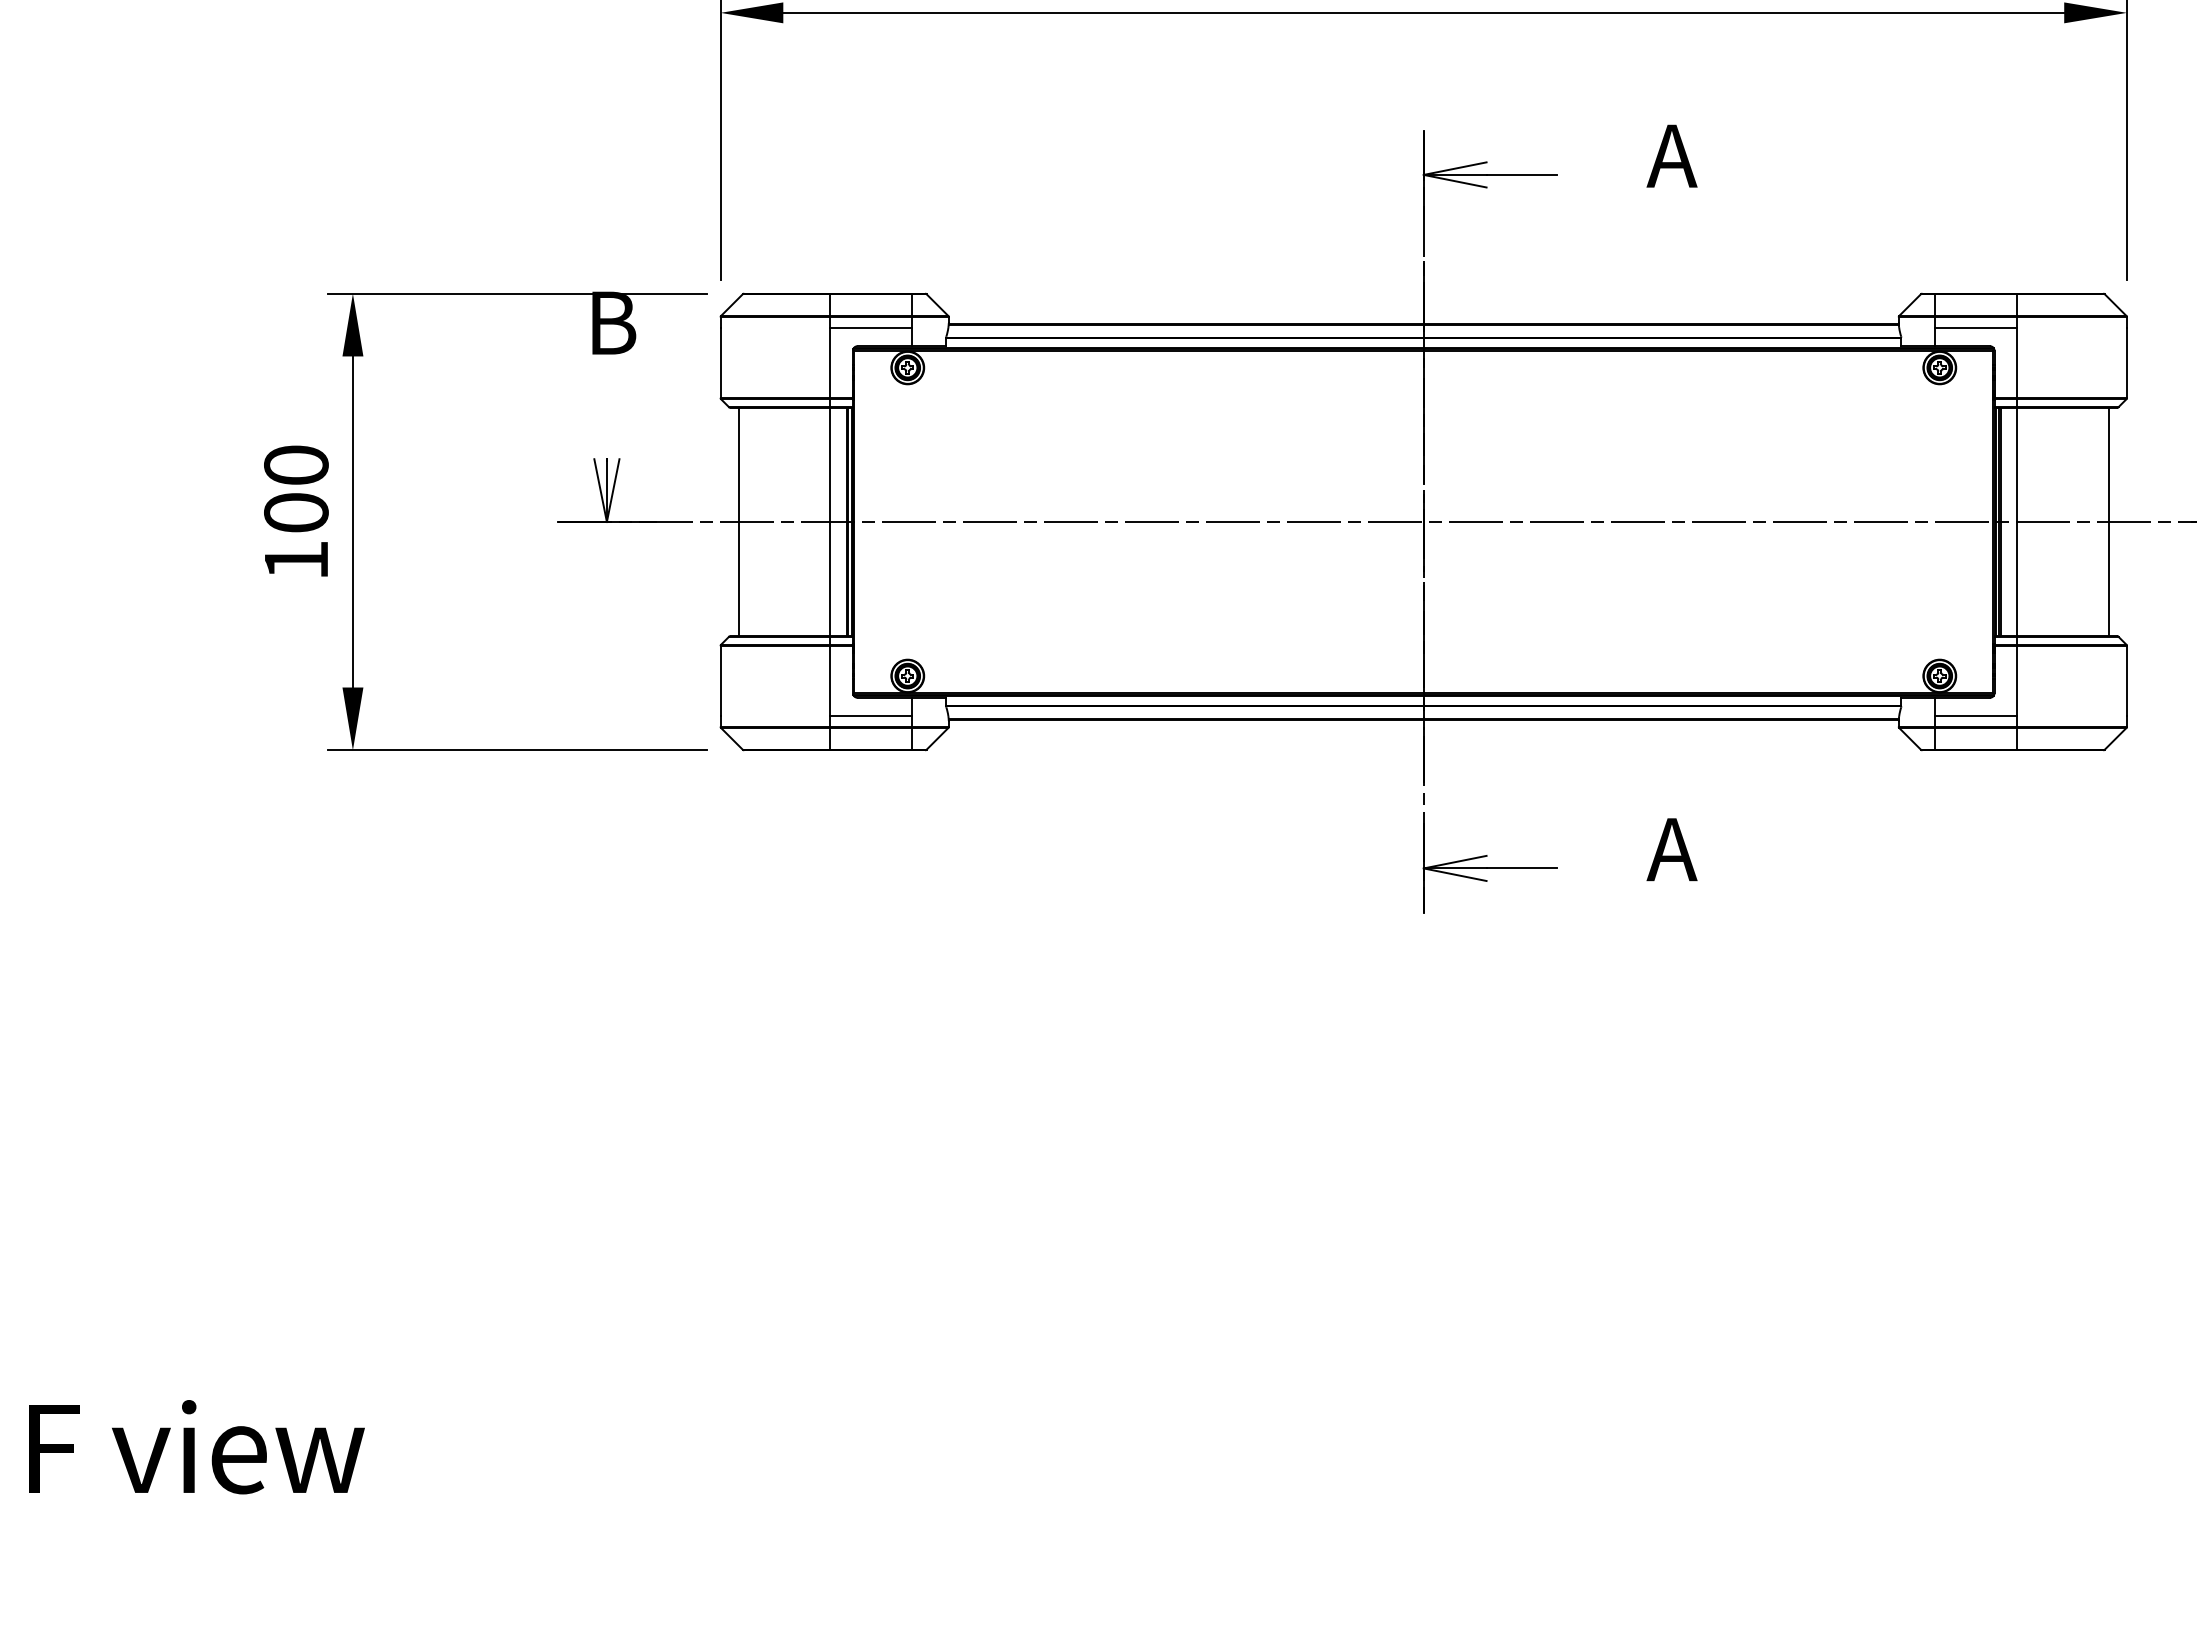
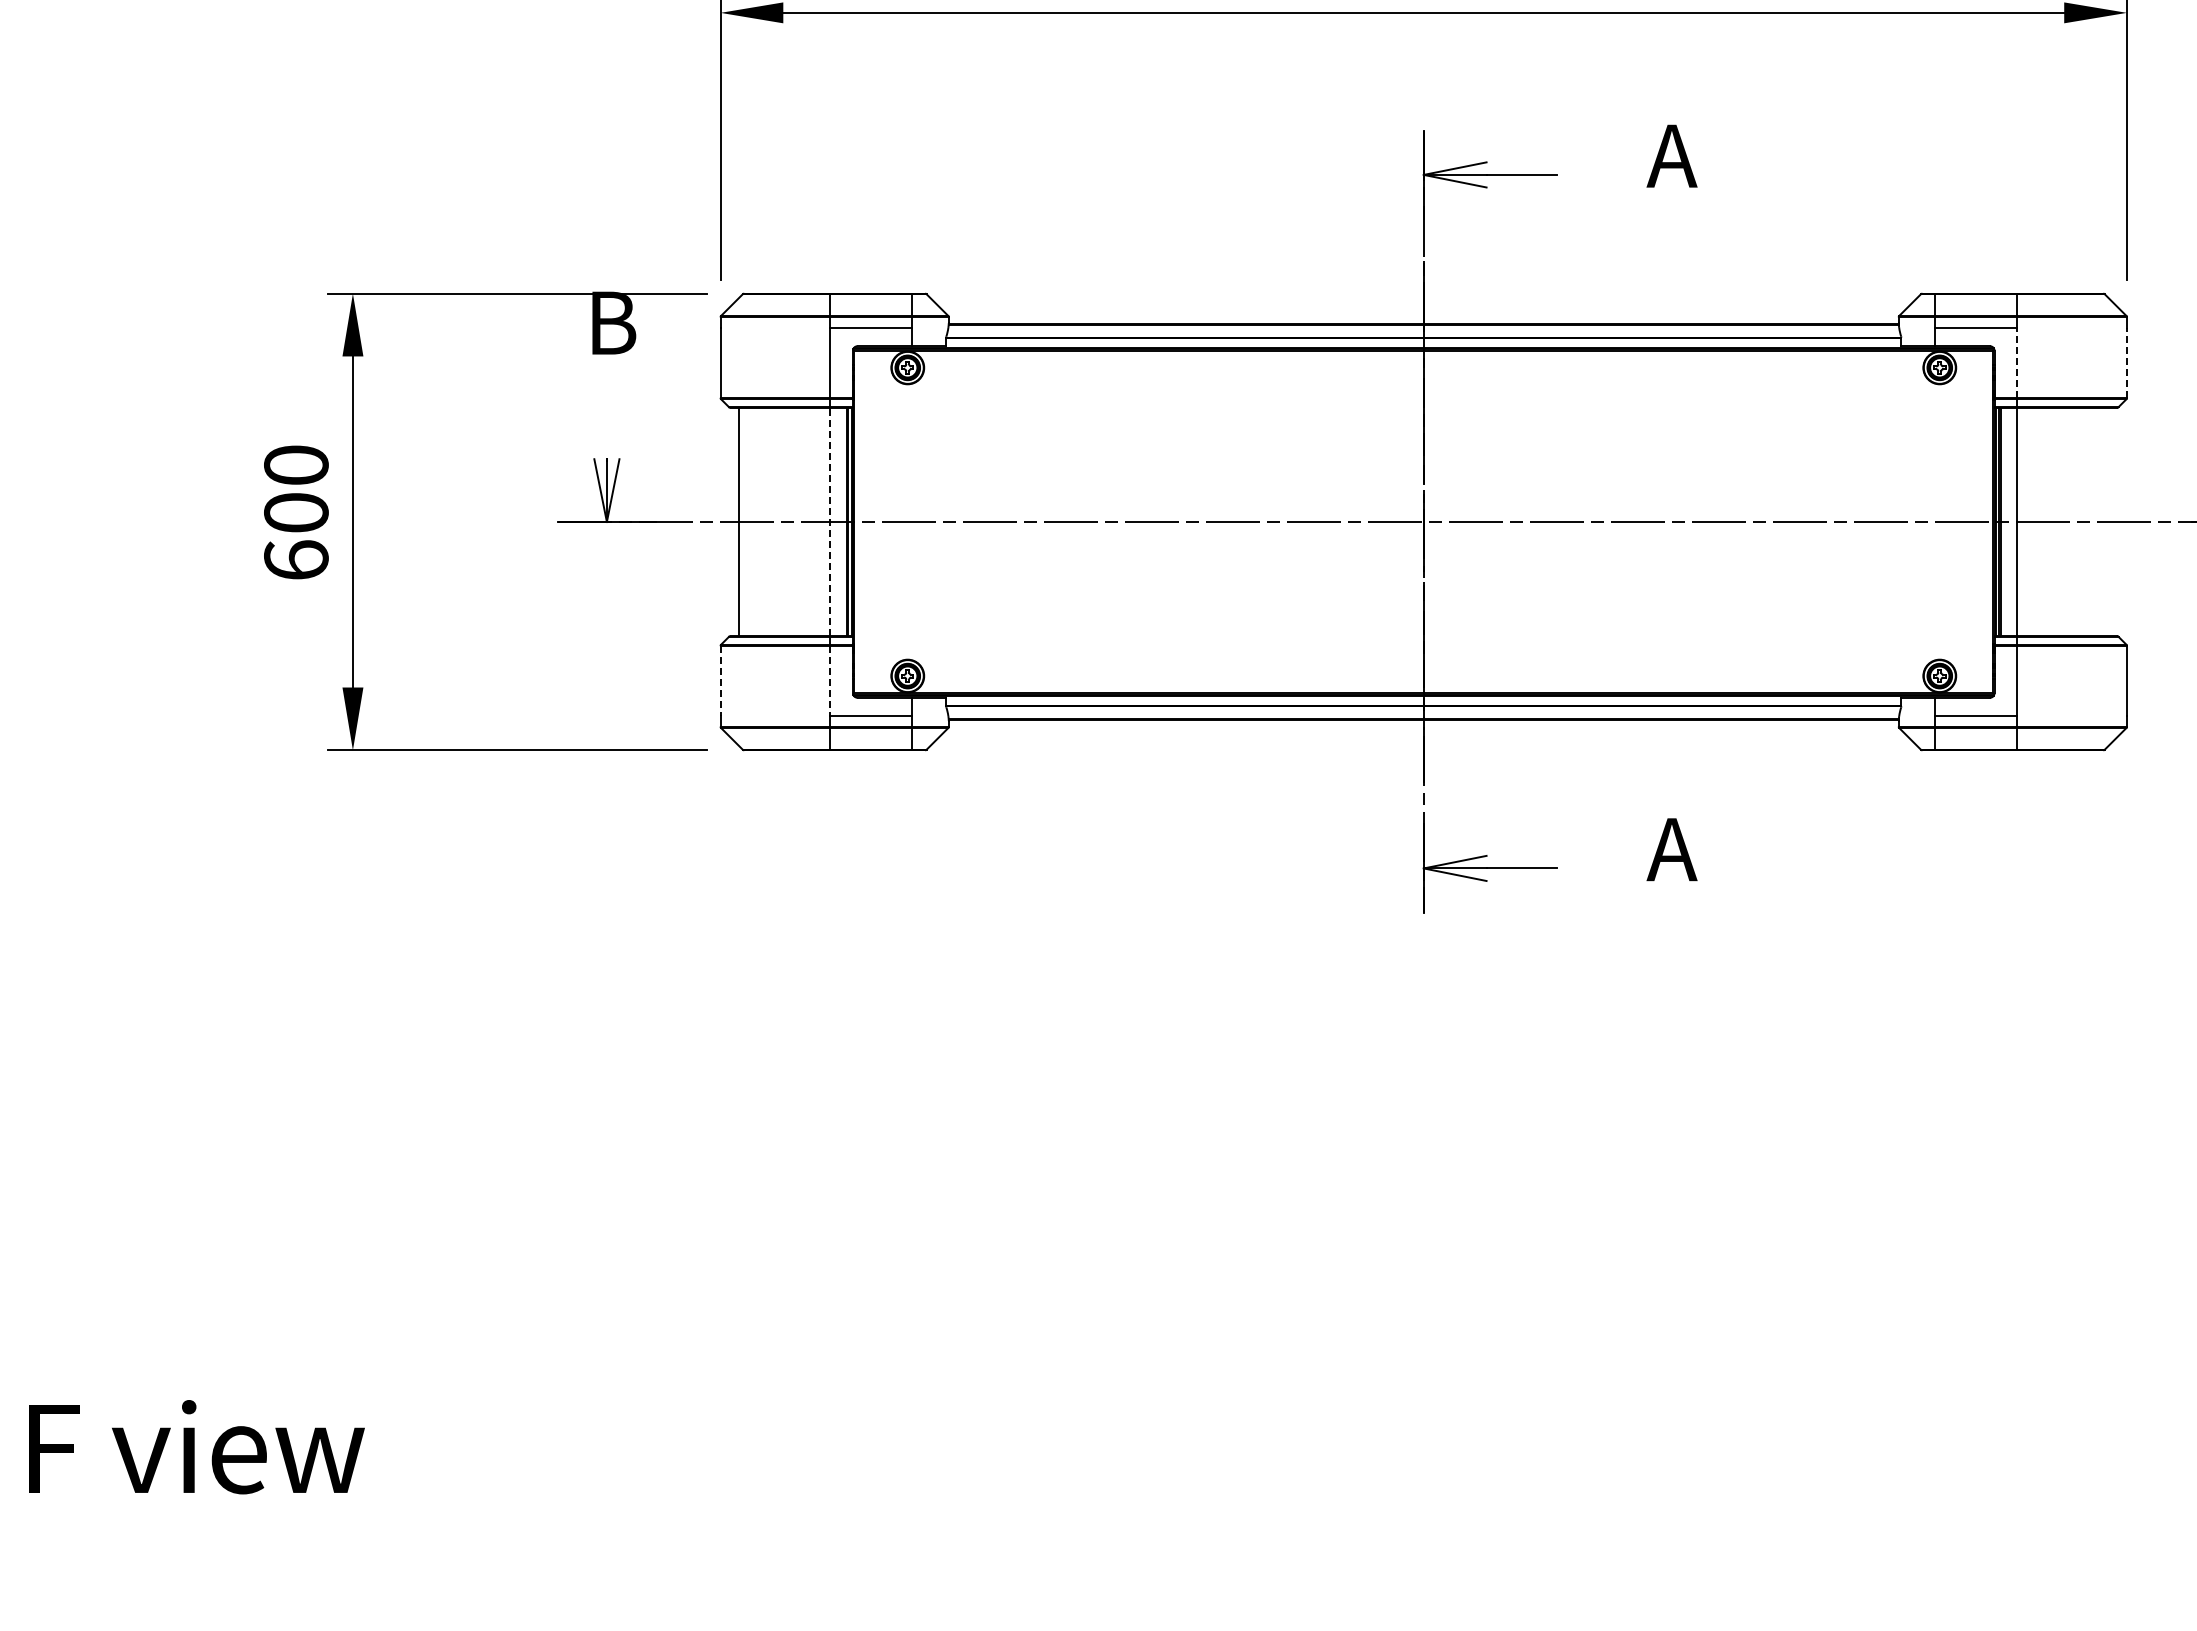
line at (2017, 362): solid -> dashed
line at (2127, 362): solid -> dashed
line at (830, 521): solid -> dashed
line at (2108, 521): present -> none
text at (296, 559): 100 -> 600
line at (720, 681): solid -> dashed
line at (830, 681): solid -> dashed
